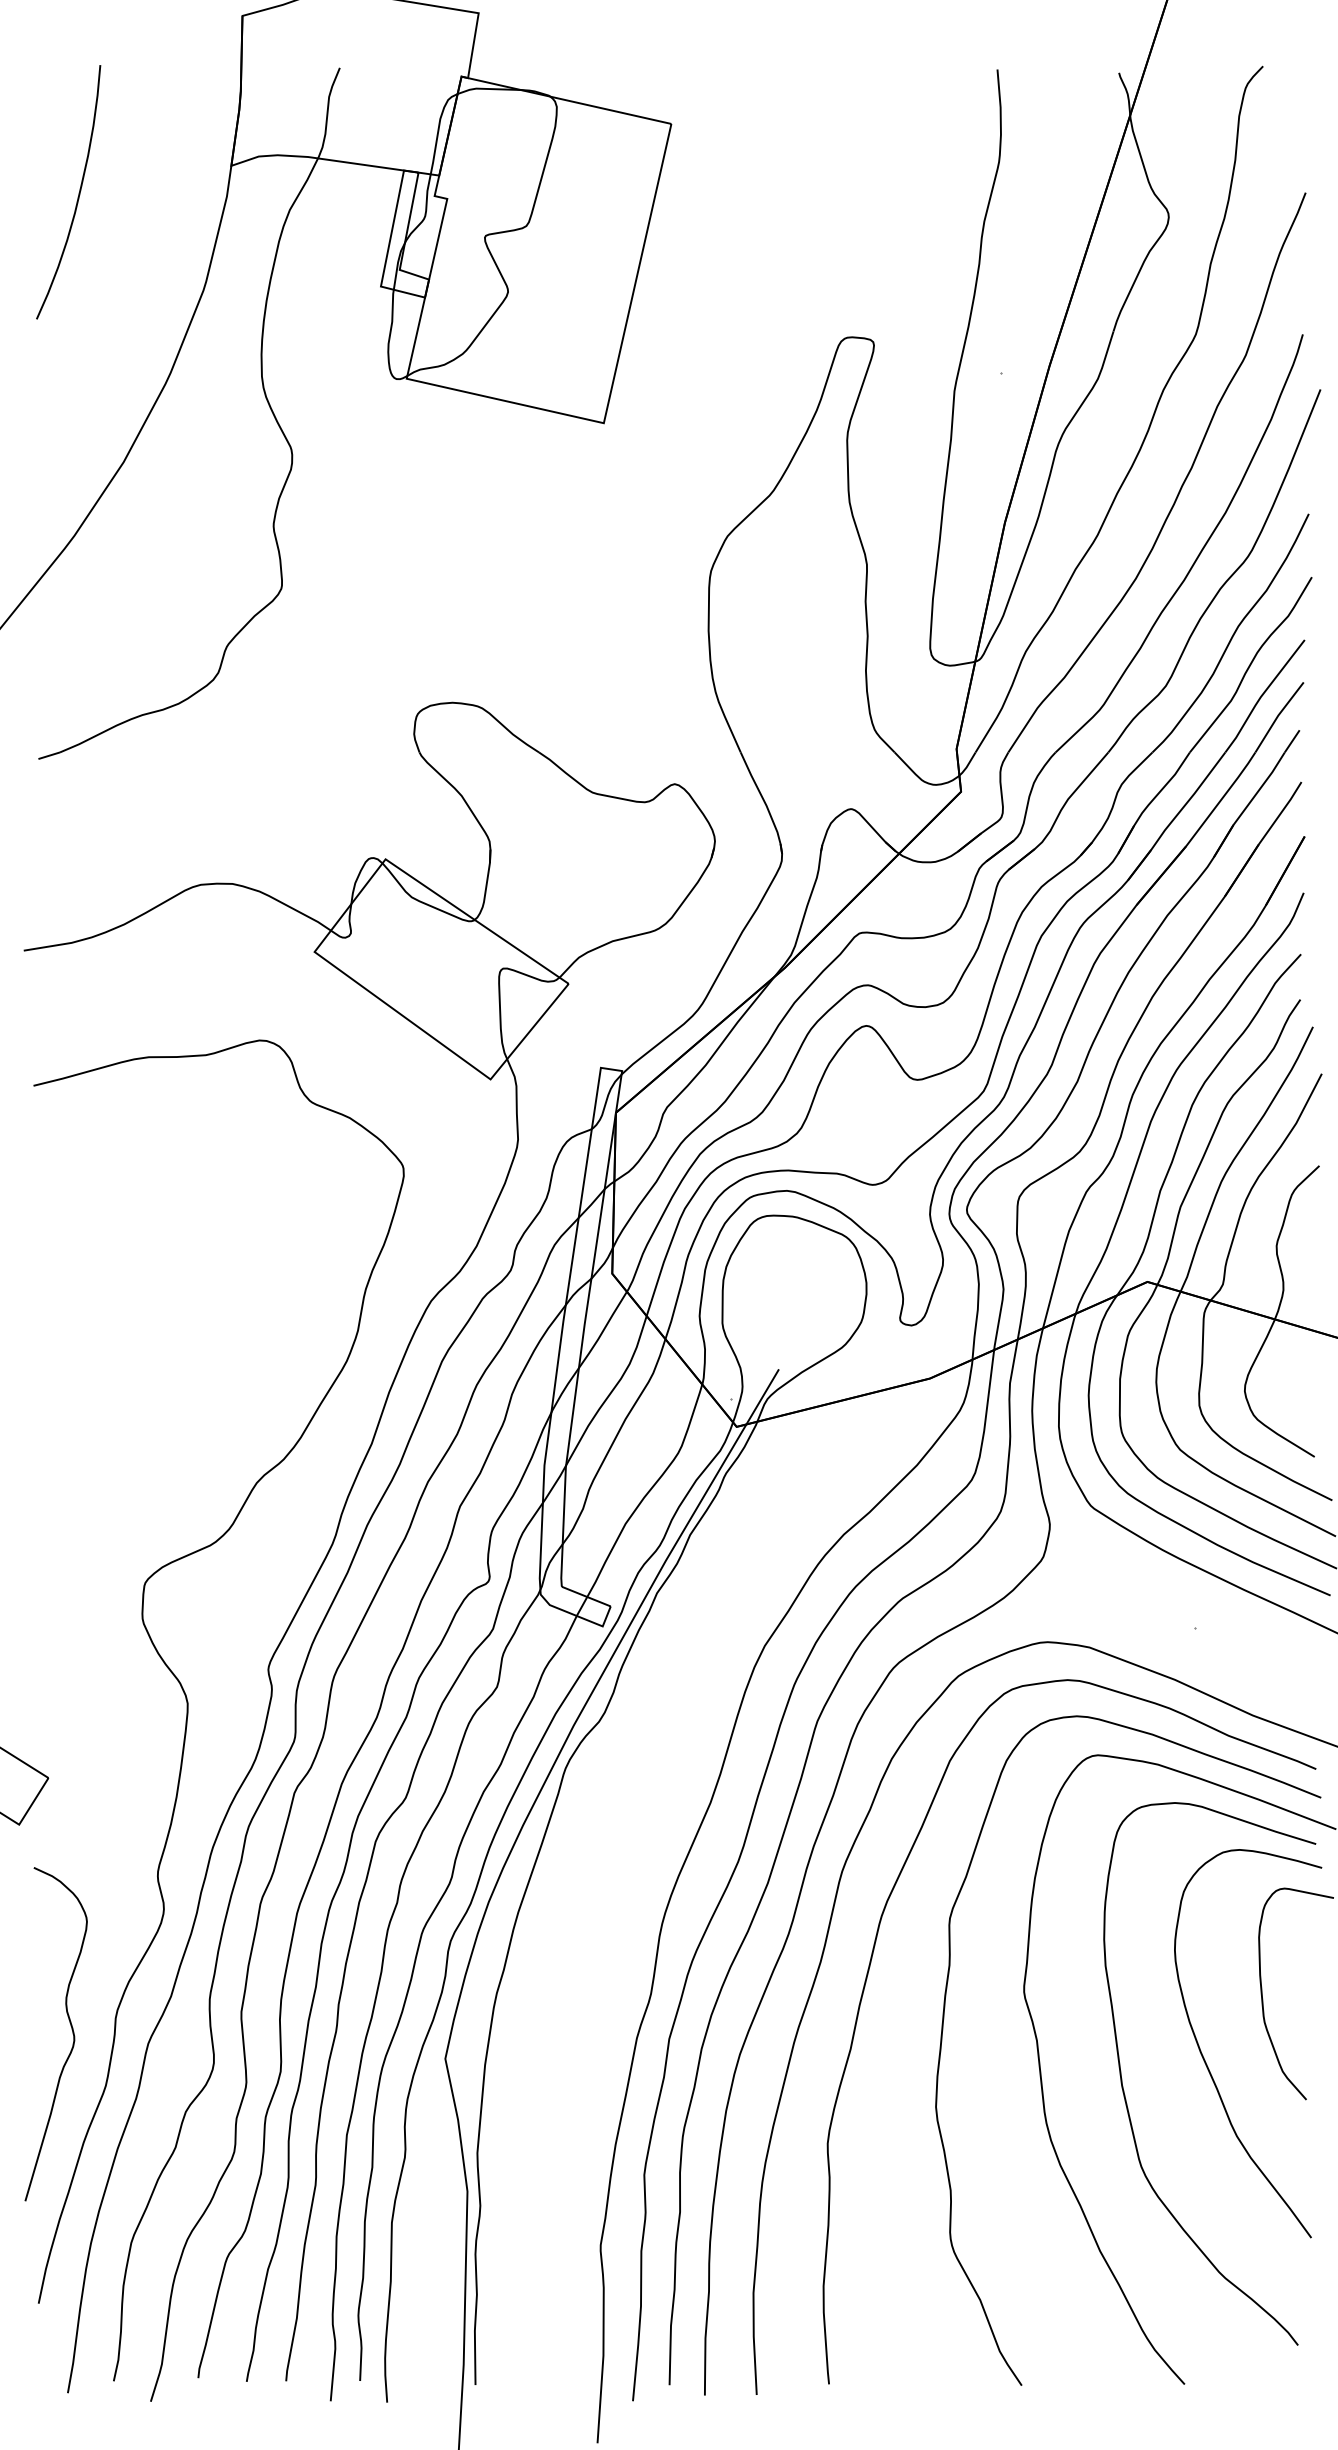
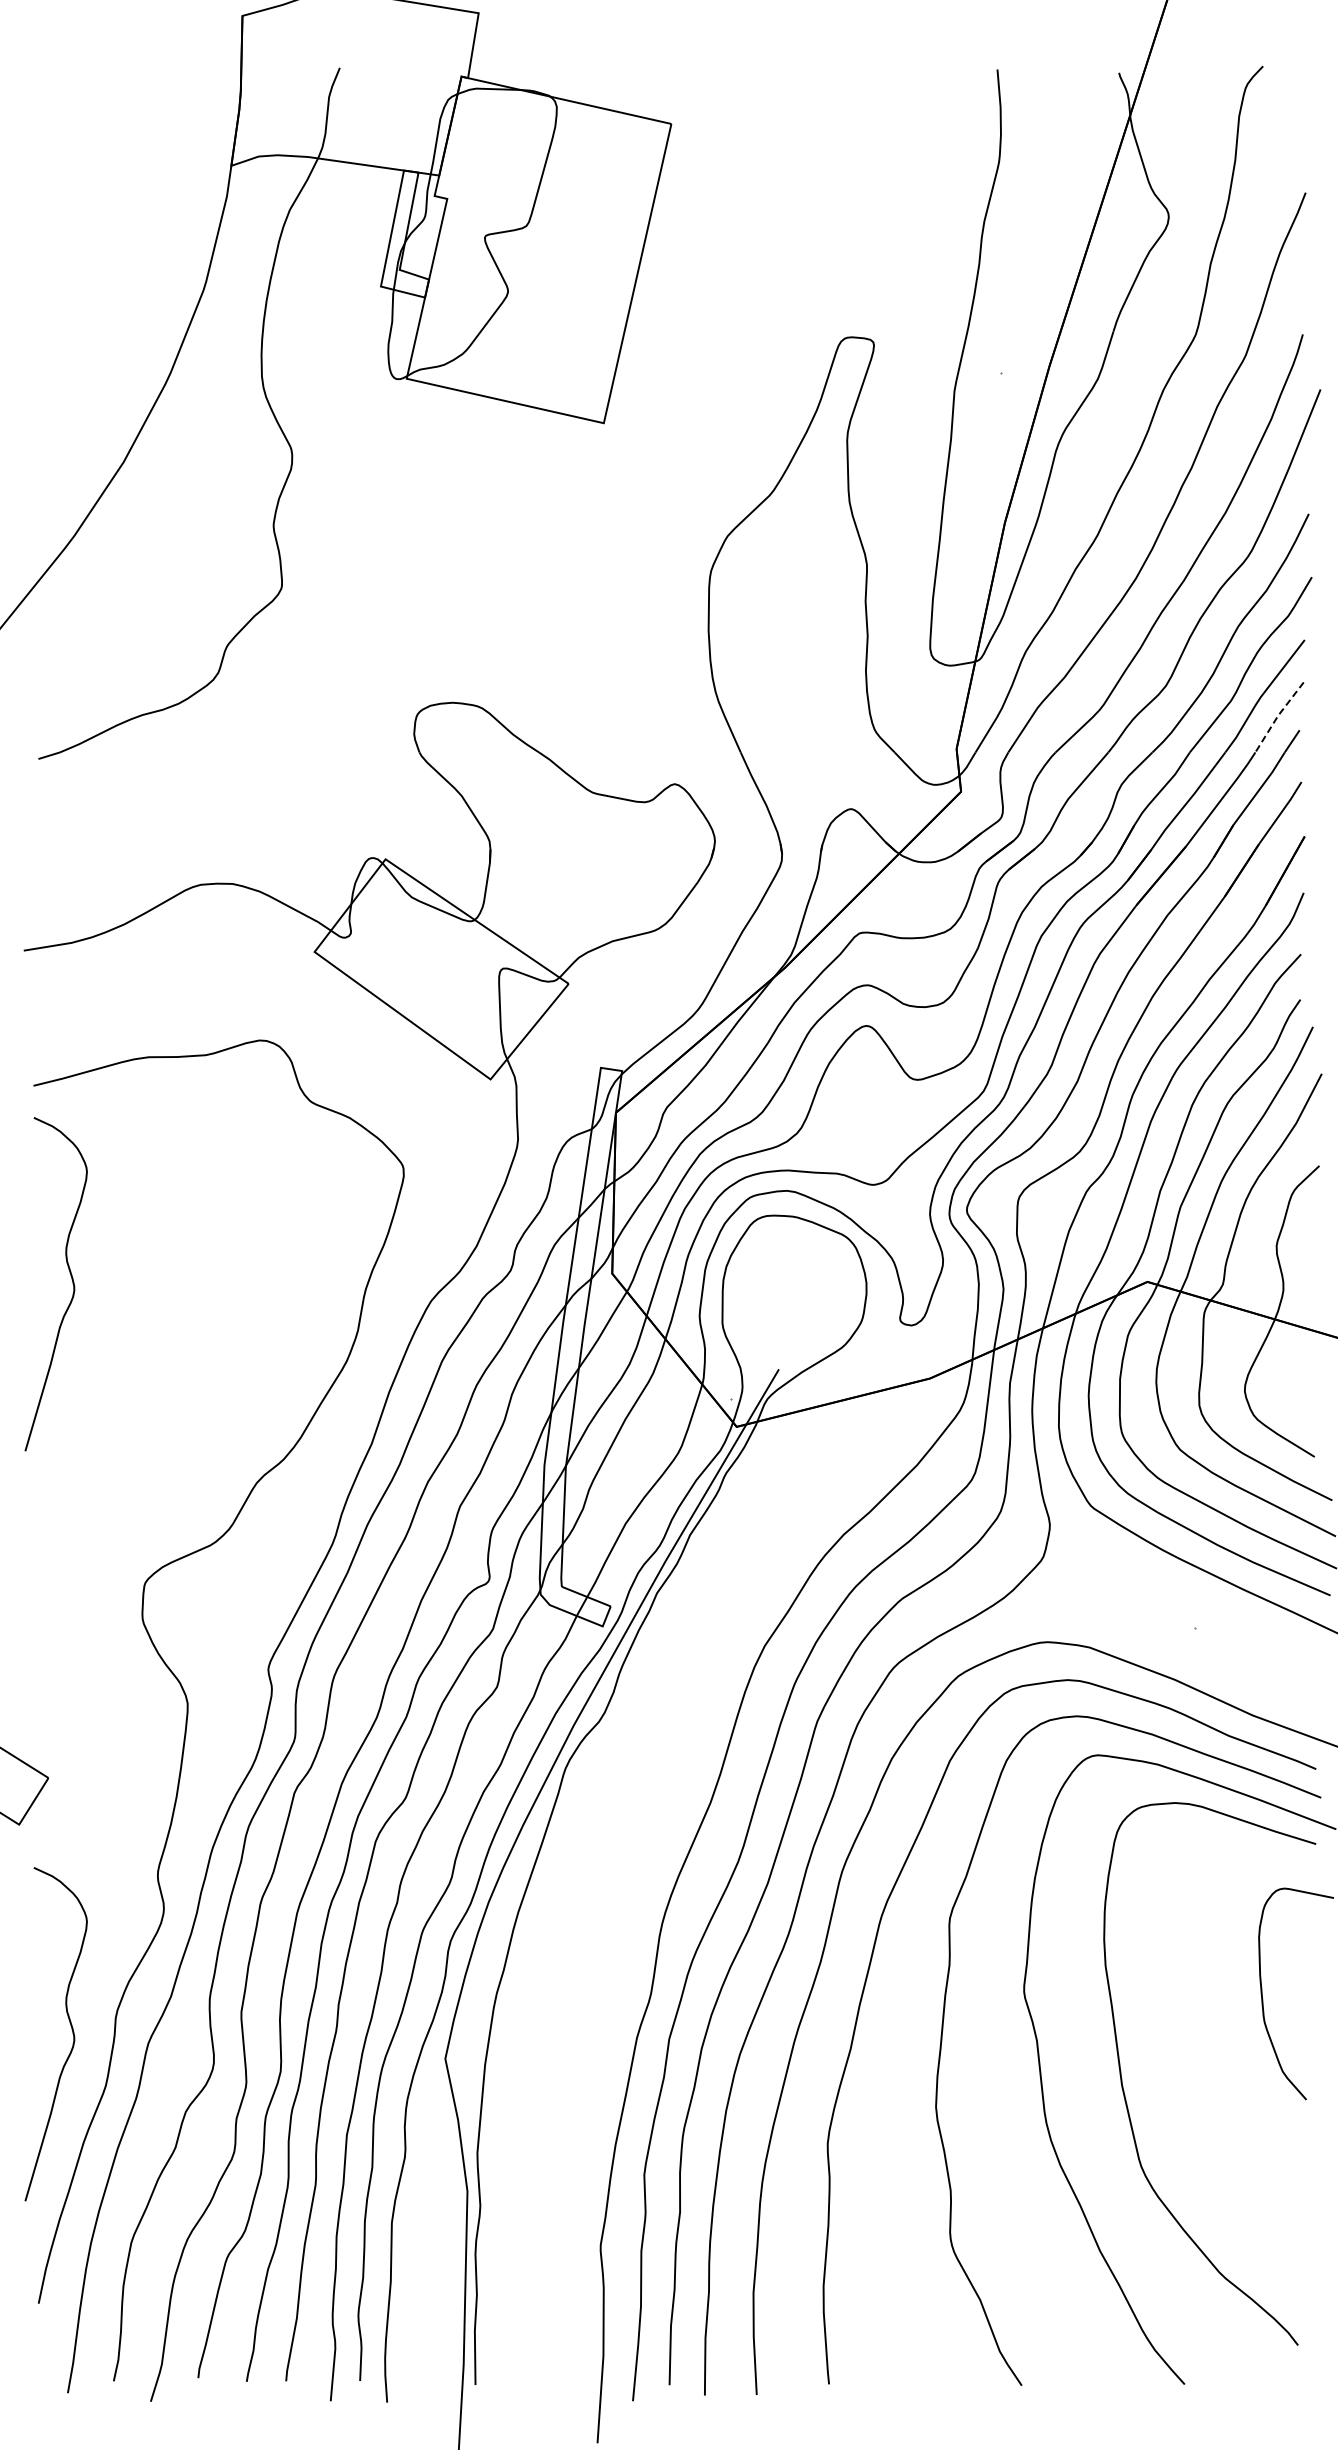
curve at (78, 192): present -> none
line at (1277, 716): solid -> dashed
curve at (71, 1279): none -> present
curve at (1207, 2064): present -> none
